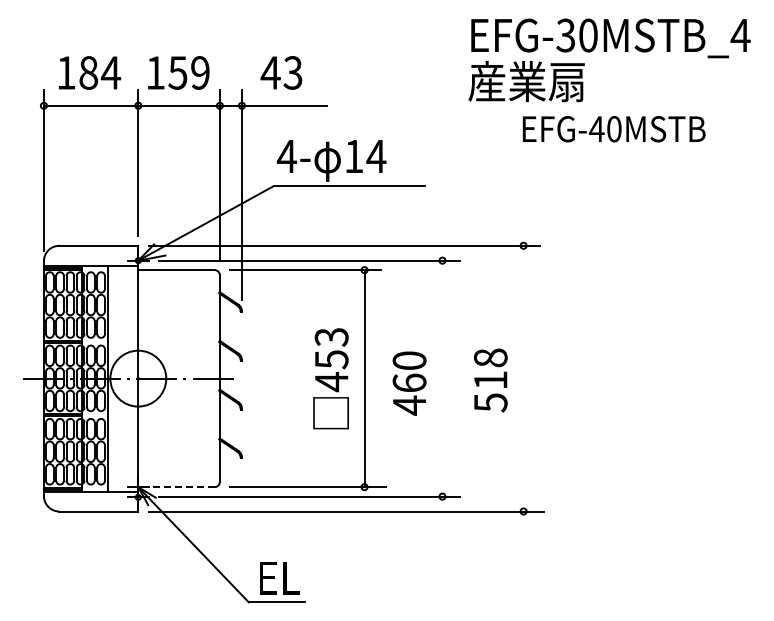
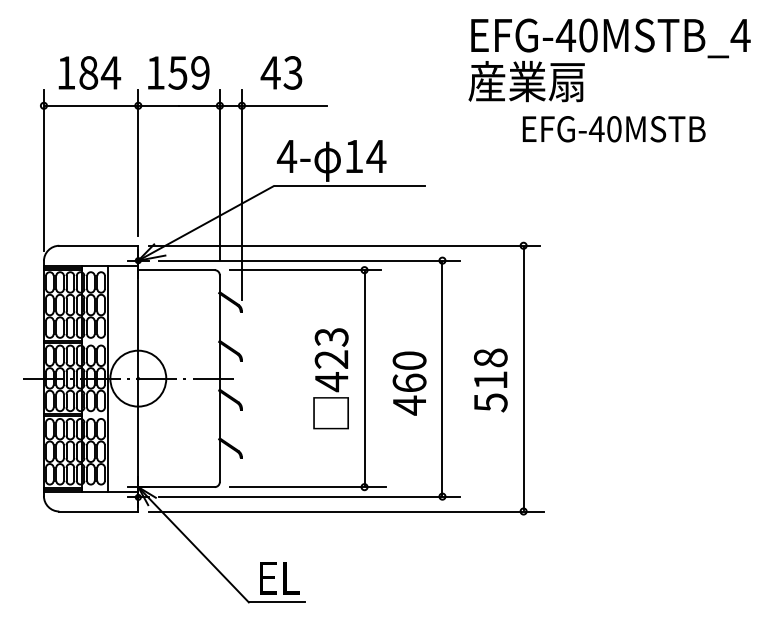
text at (565, 35): EFG-30MSTB_4 -> EFG-40MSTB_4
text at (331, 359): 453 -> 423
line at (442, 378): none -> present
line at (523, 378): none -> present
line at (176, 487): dashed -> solid
